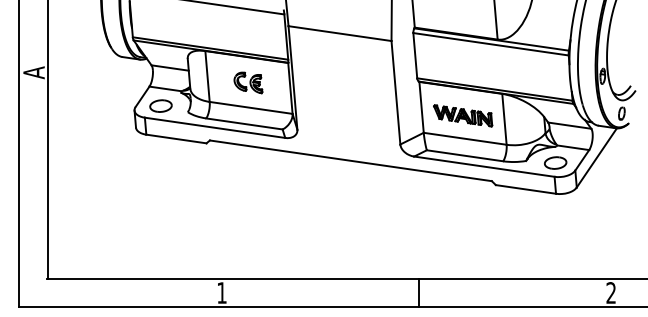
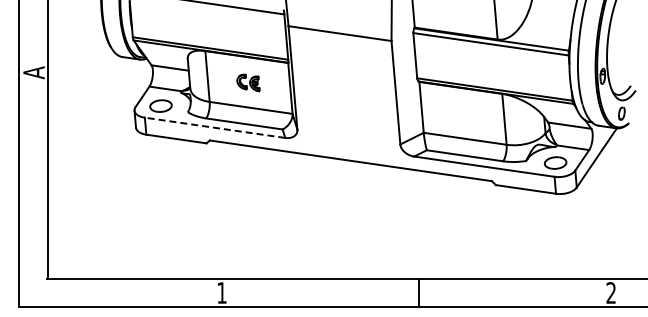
part at (248, 82) size: 31x24 px -> 25x20 px
part at (463, 115): present -> none
line at (215, 127): solid -> dashed
